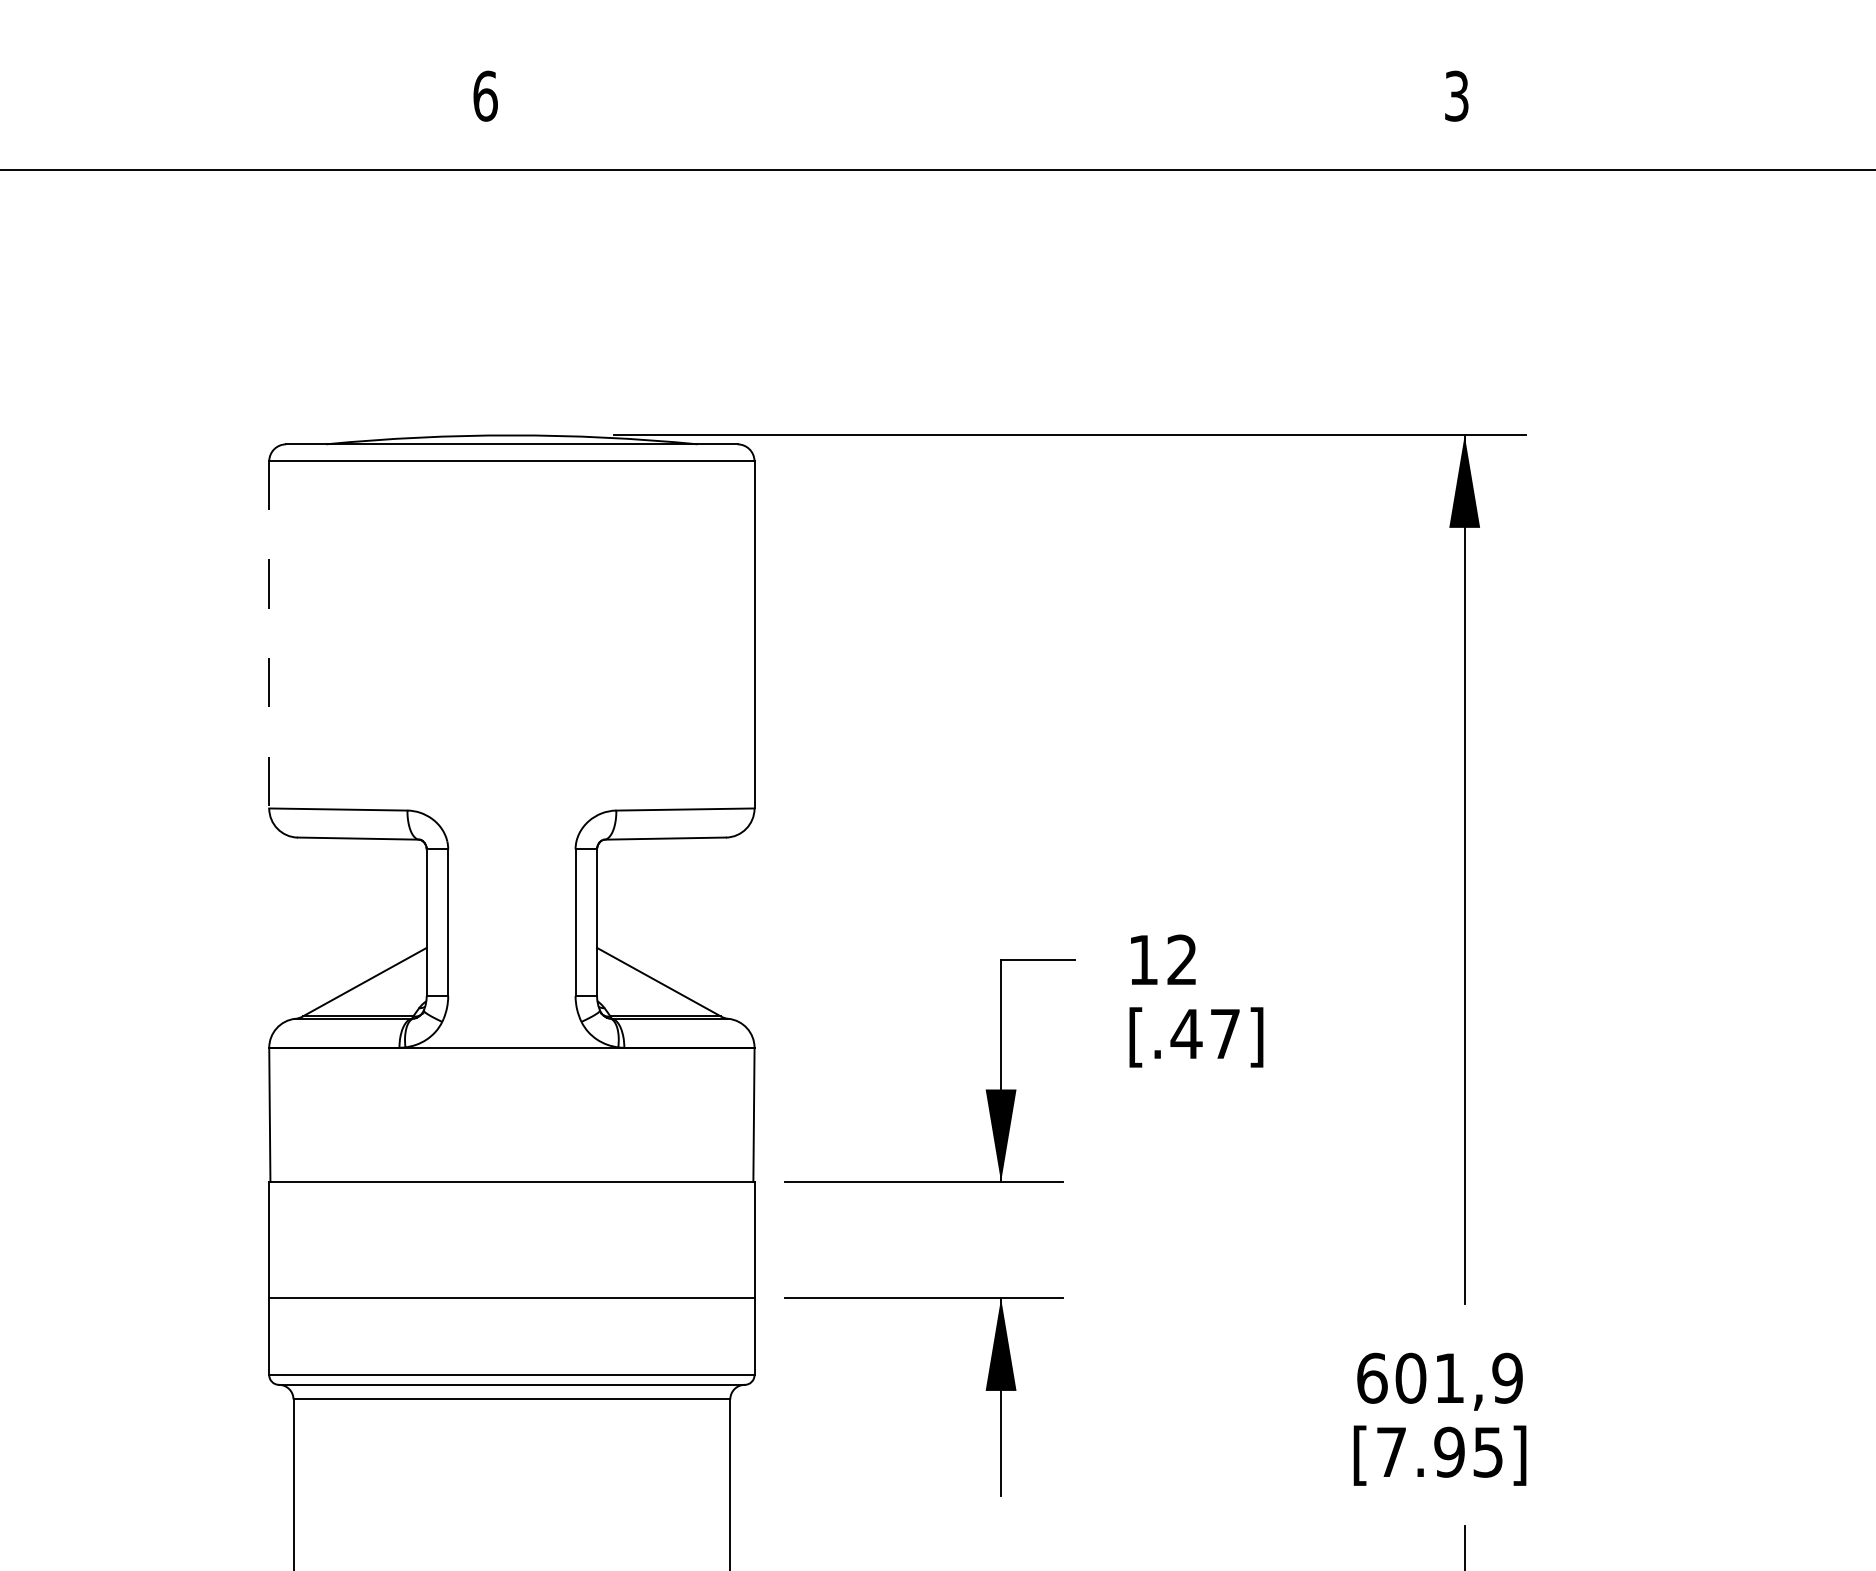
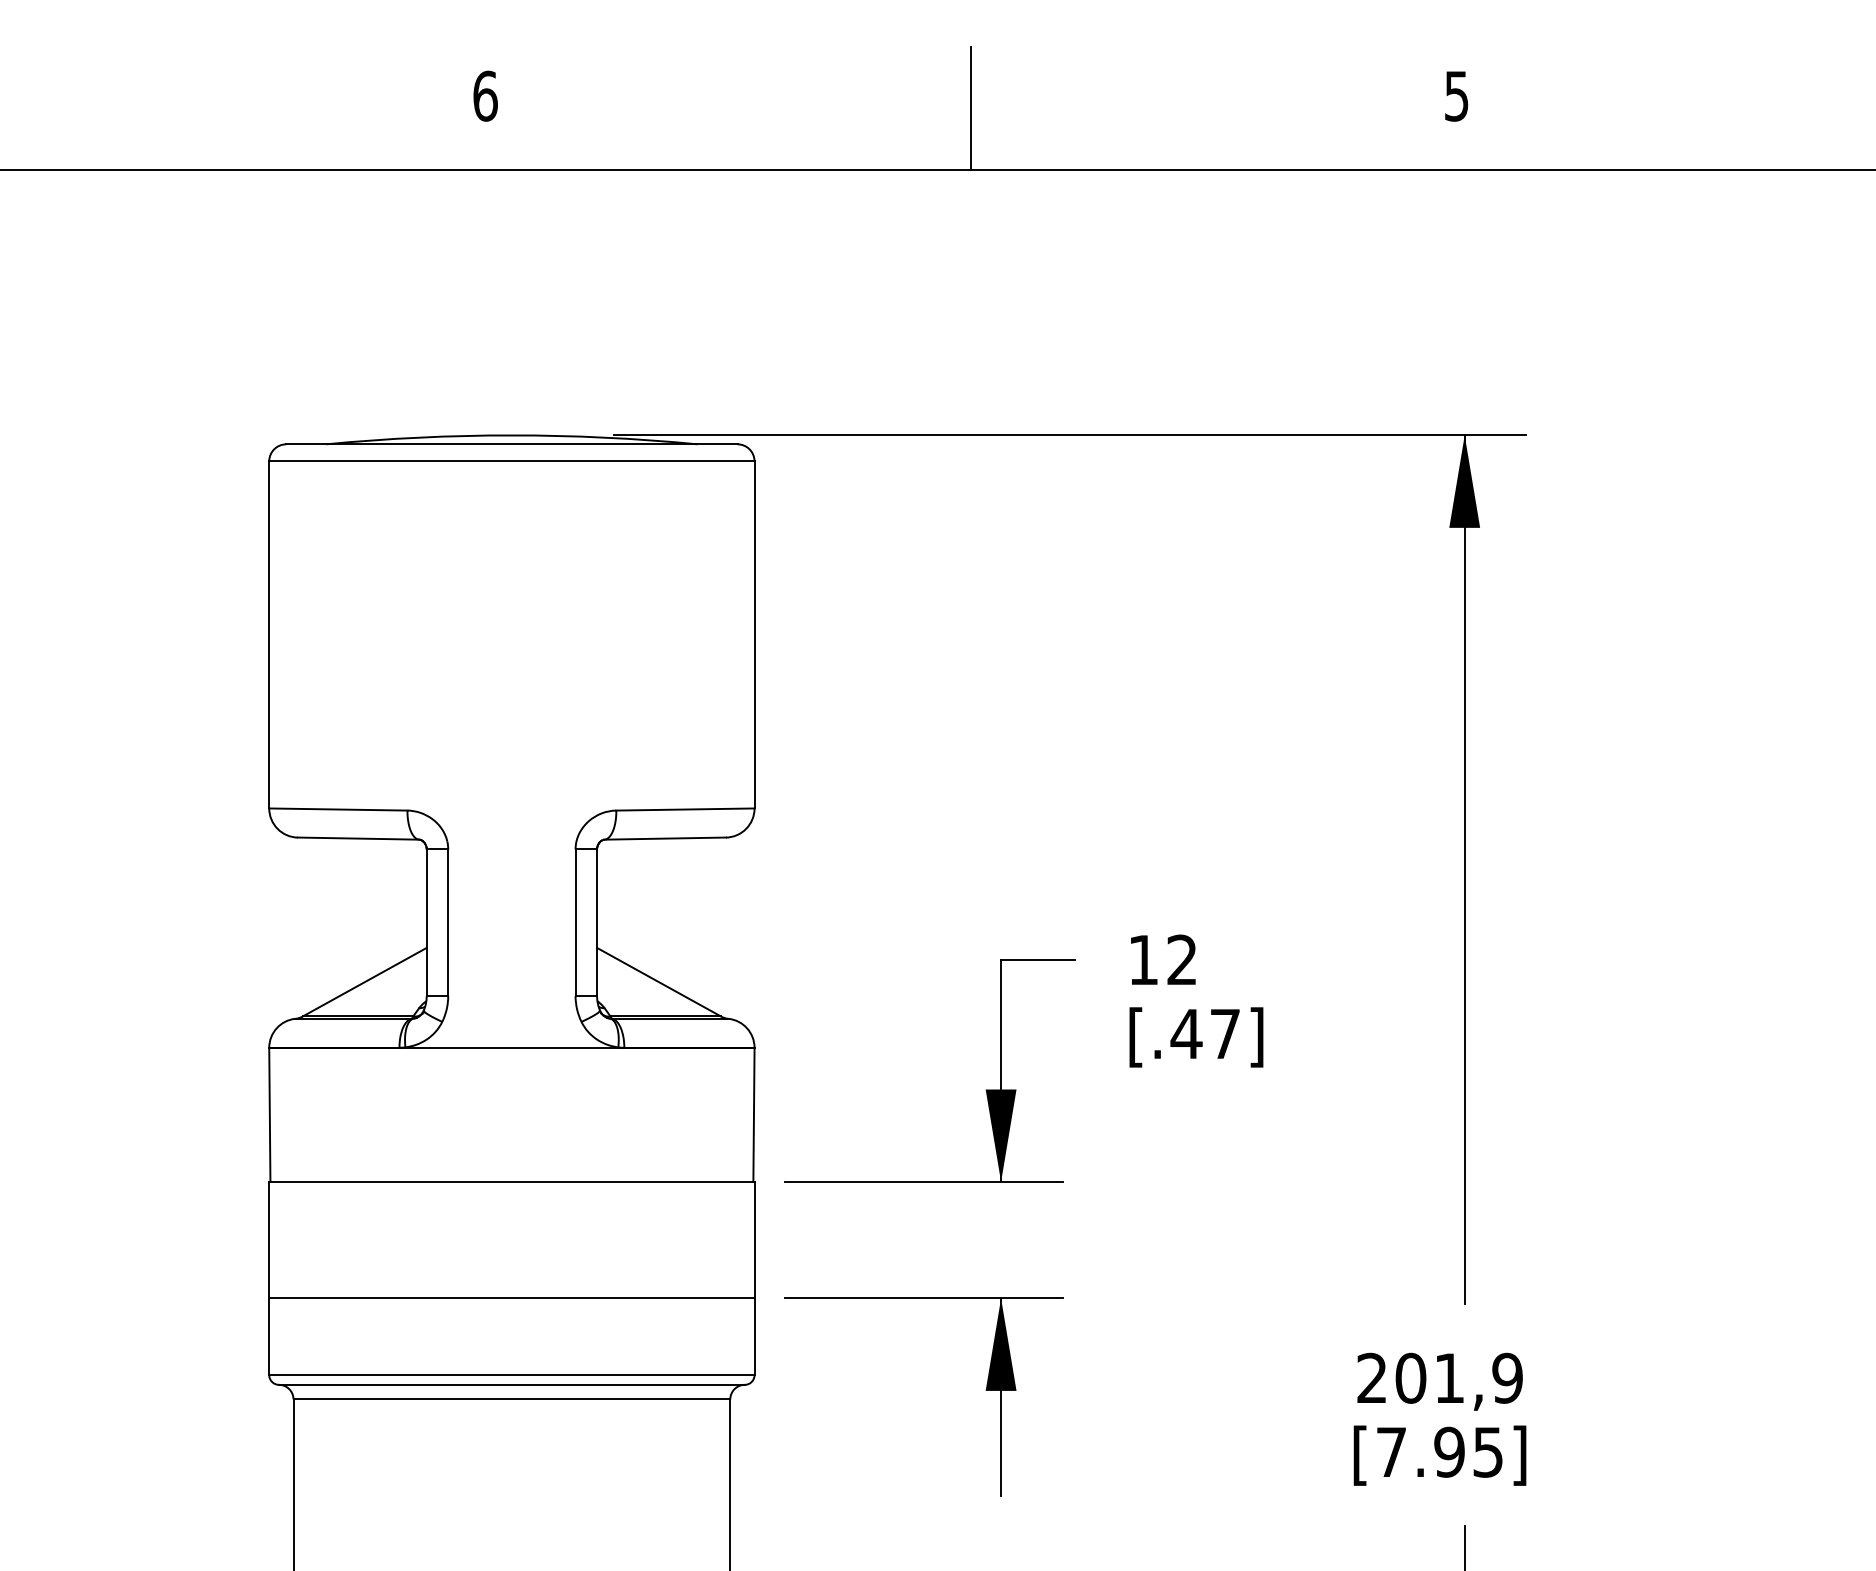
text at (1456, 95): 3 -> 5
line at (971, 108): none -> present
line at (269, 634): dashed -> solid
text at (1372, 1377): 601,9 -> 201,9
